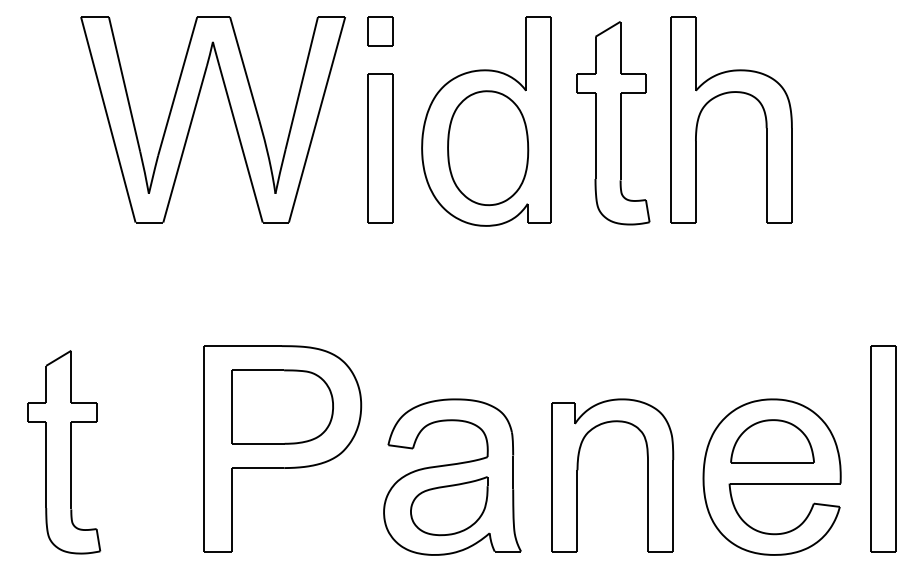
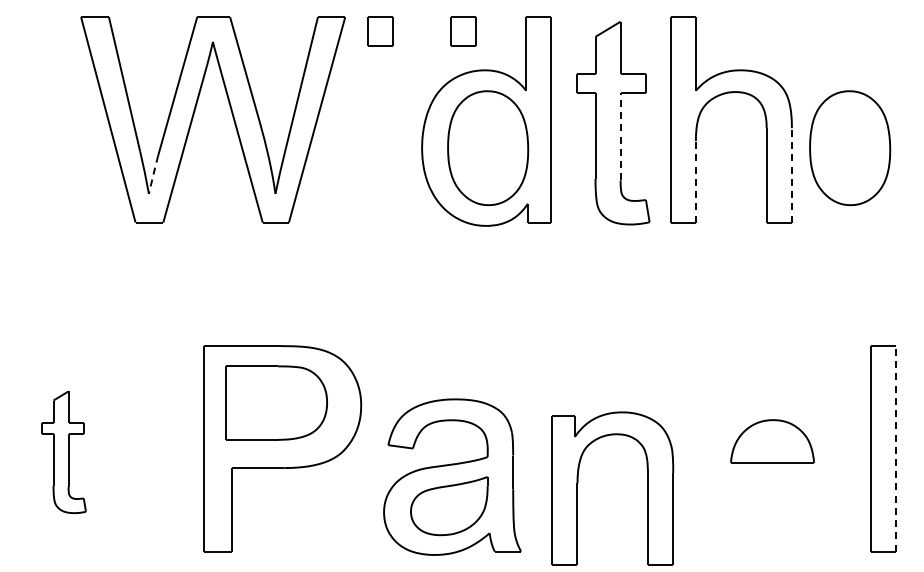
part at (463, 31): none -> present
line at (620, 136): solid -> dashed
part at (380, 148): present -> none
part at (850, 148): none -> present
line at (153, 174): solid -> dashed
line at (791, 174): solid -> dashed
line at (695, 181): solid -> dashed
part at (282, 406) position: (282, 406) -> (276, 402)
line at (896, 448): solid -> dashed
part at (64, 452) size: 75x205 px -> 46x123 px
part at (578, 470) position: (578, 470) -> (578, 483)
part at (771, 476): present -> none
